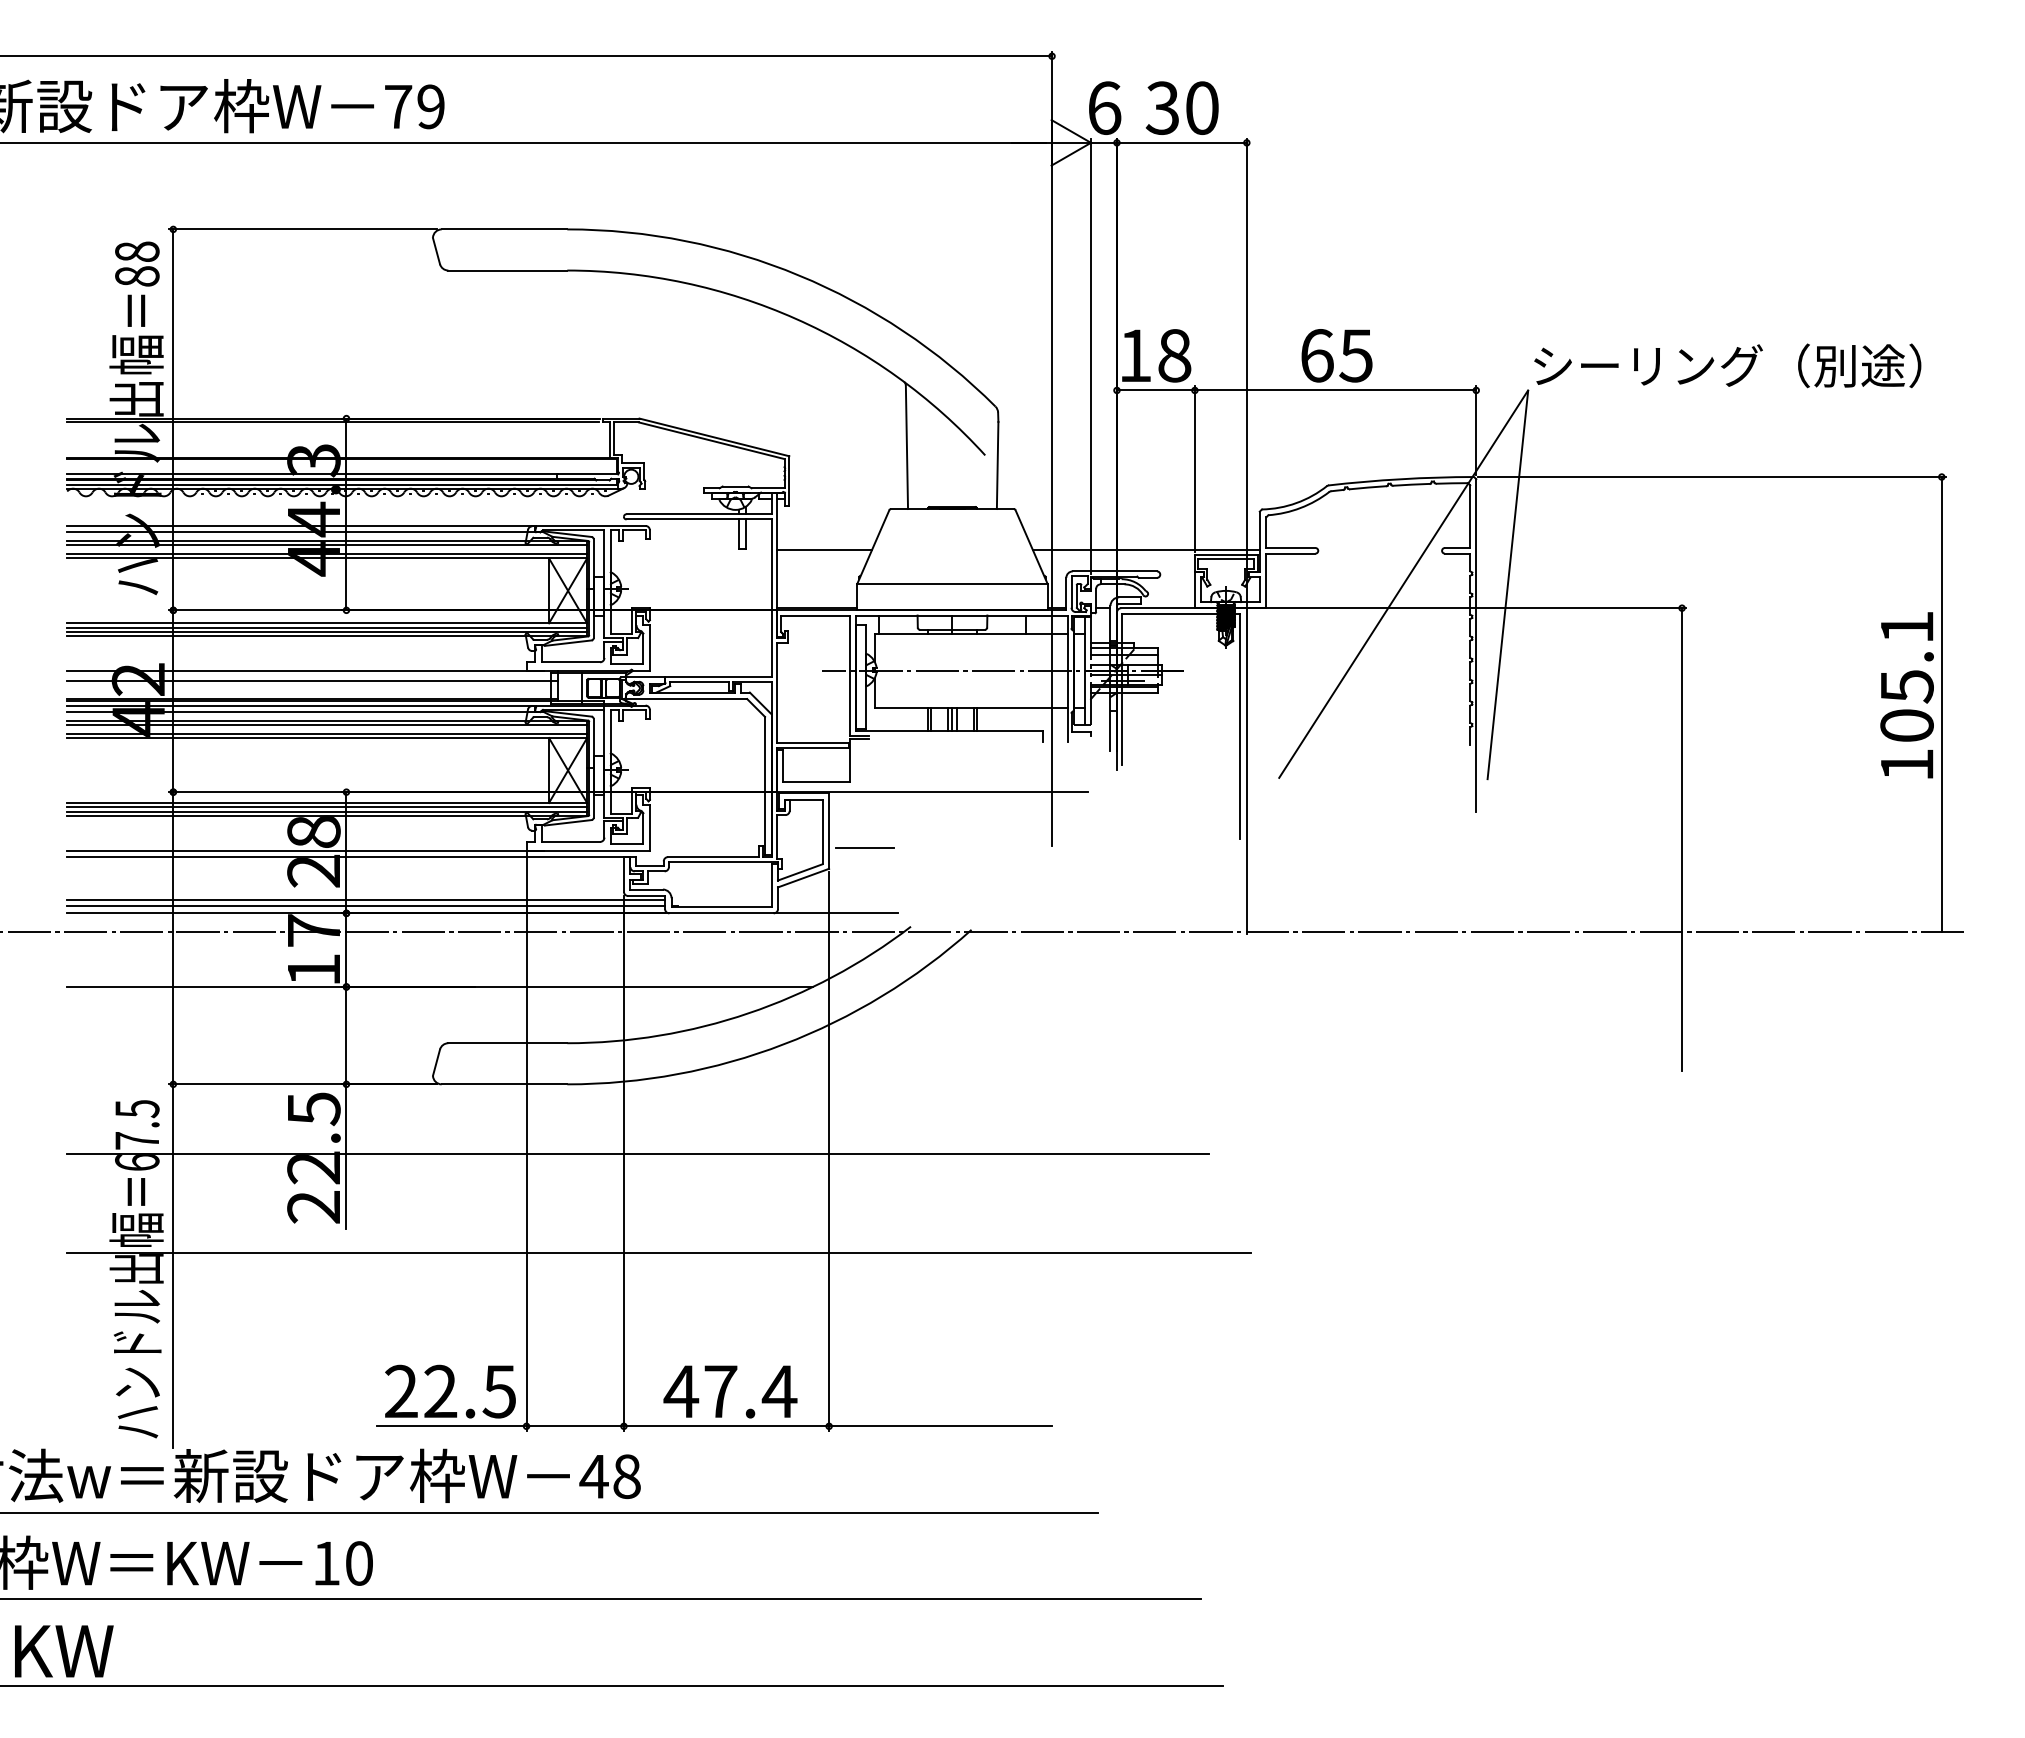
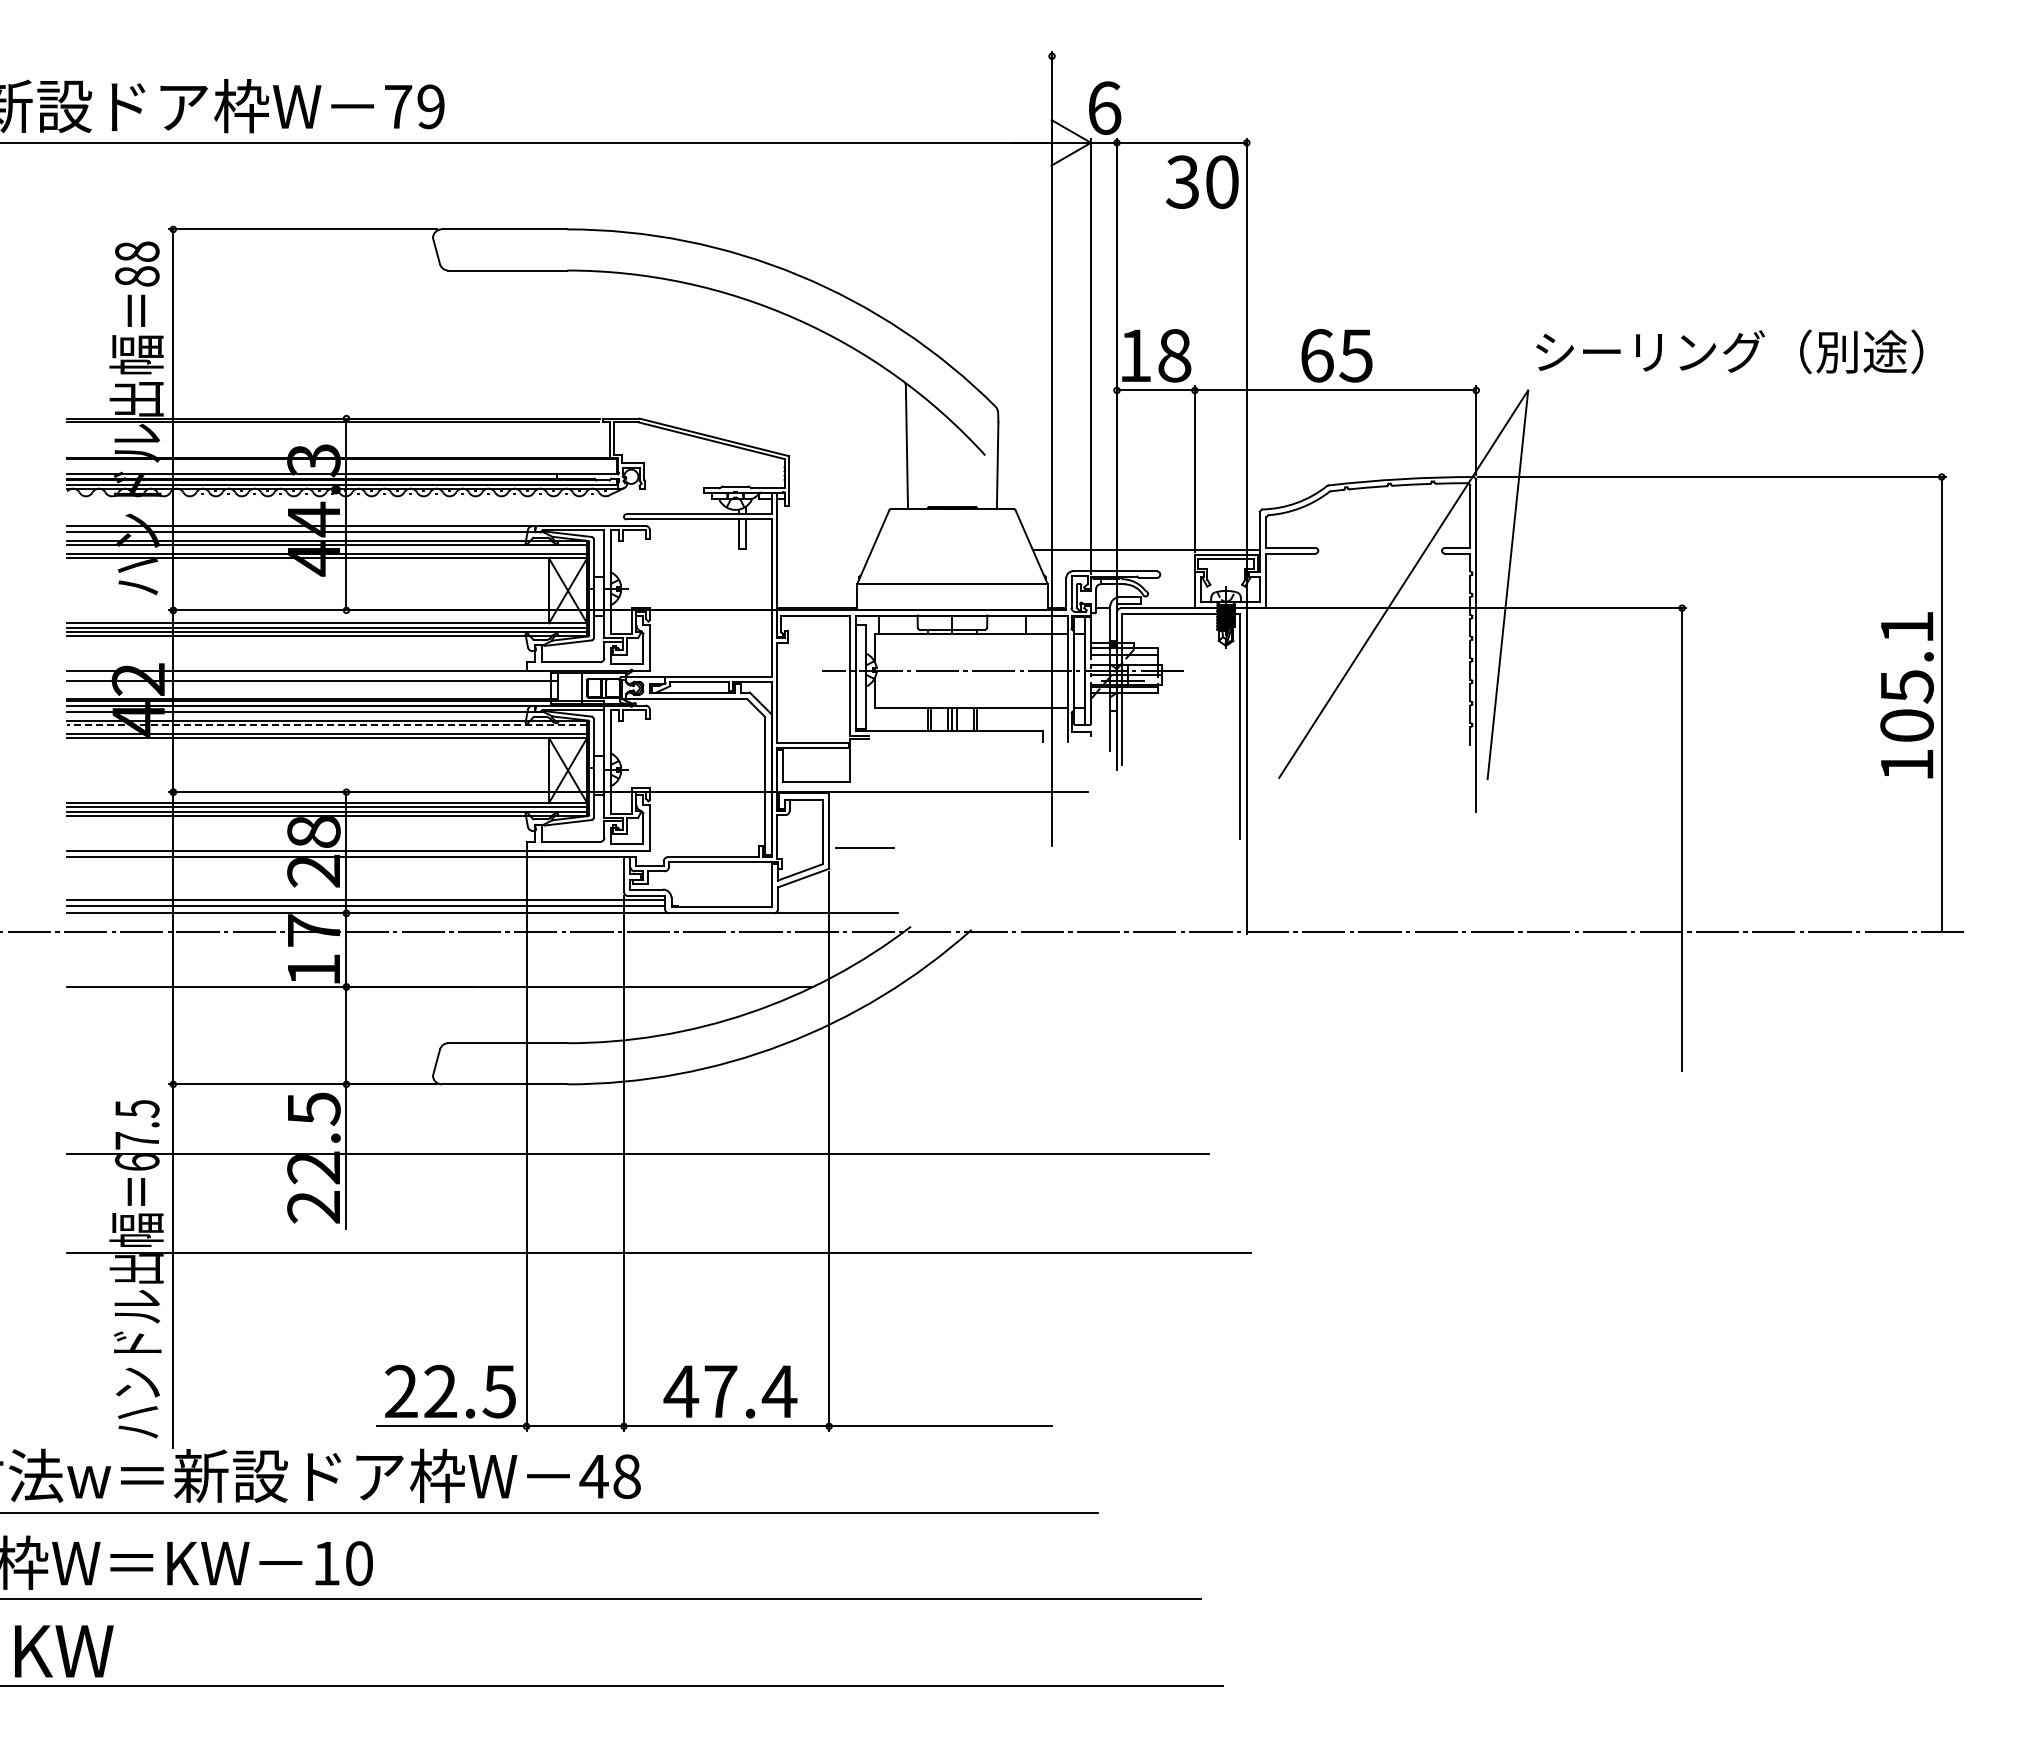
line at (527, 56): present -> none
text at (1181, 107) position: (1181, 107) -> (1201, 181)
text at (1727, 365) position: (1727, 365) -> (1729, 351)
line at (824, 549): present -> none
line at (327, 725): solid -> dashed
